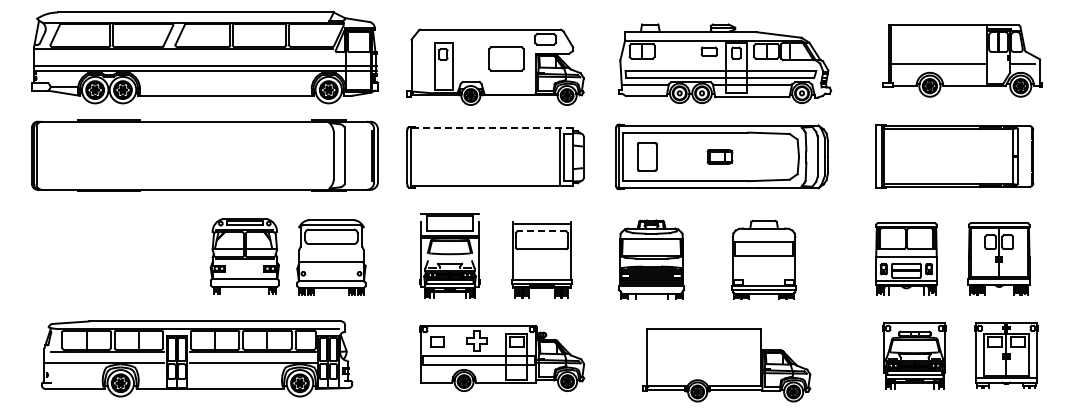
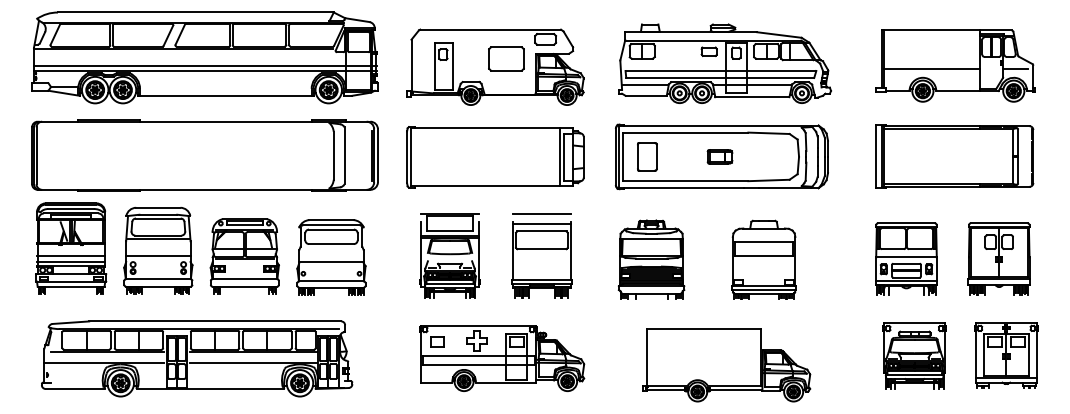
part at (962, 60) position: (962, 60) -> (955, 65)
line at (491, 128): dashed -> solid
line at (541, 213): none -> present
line at (541, 231): dashed -> solid
part at (71, 248): none -> present
part at (158, 250): none -> present
